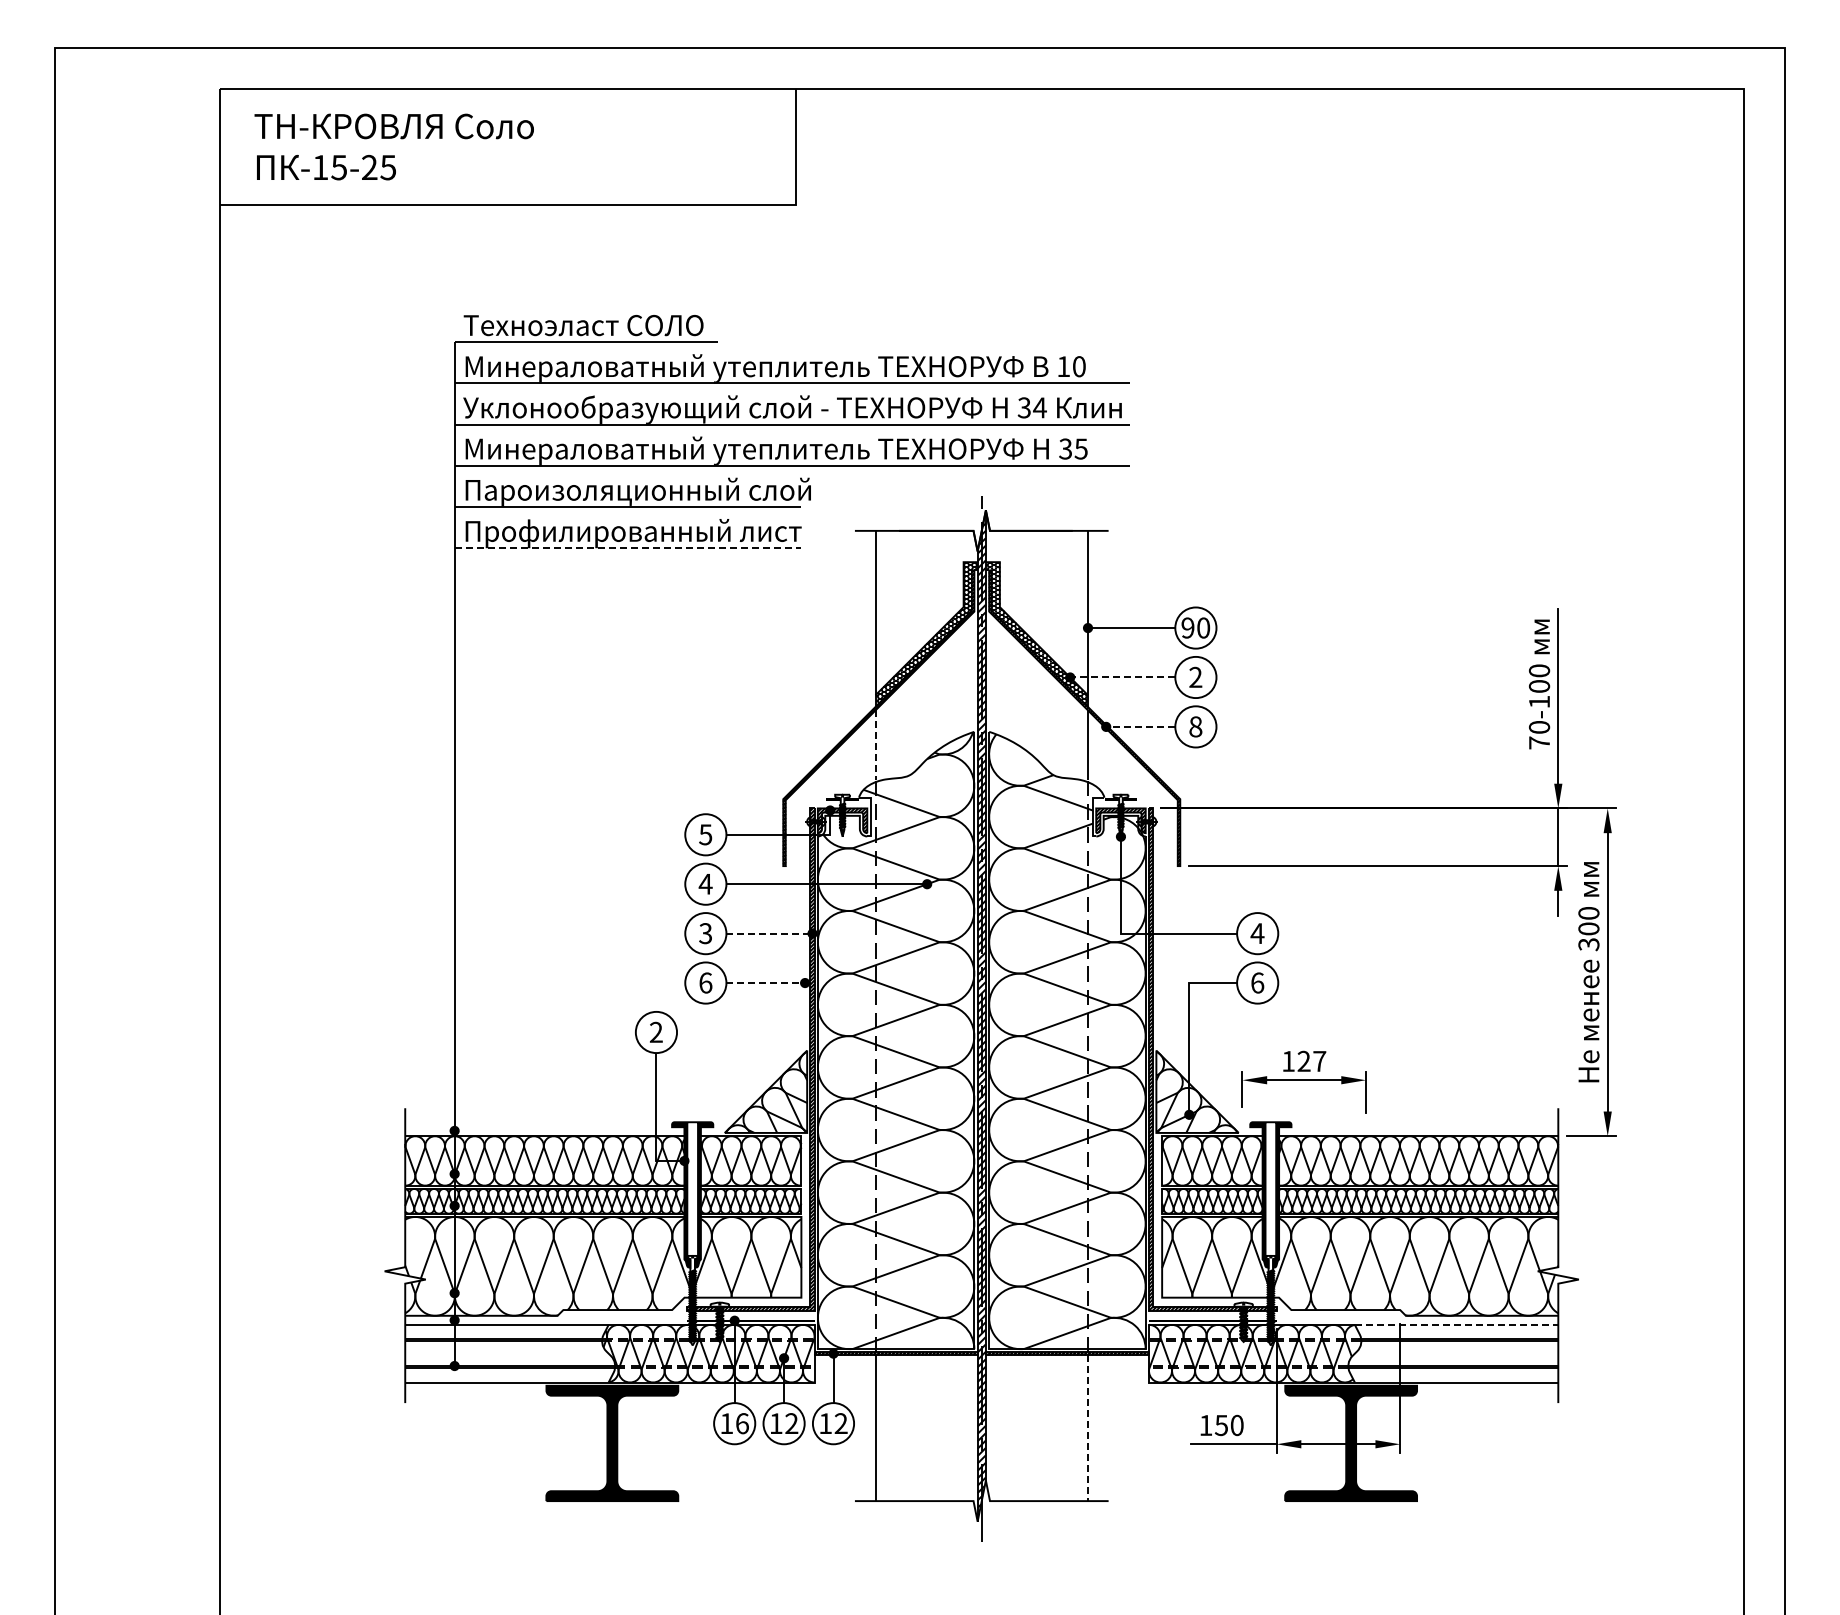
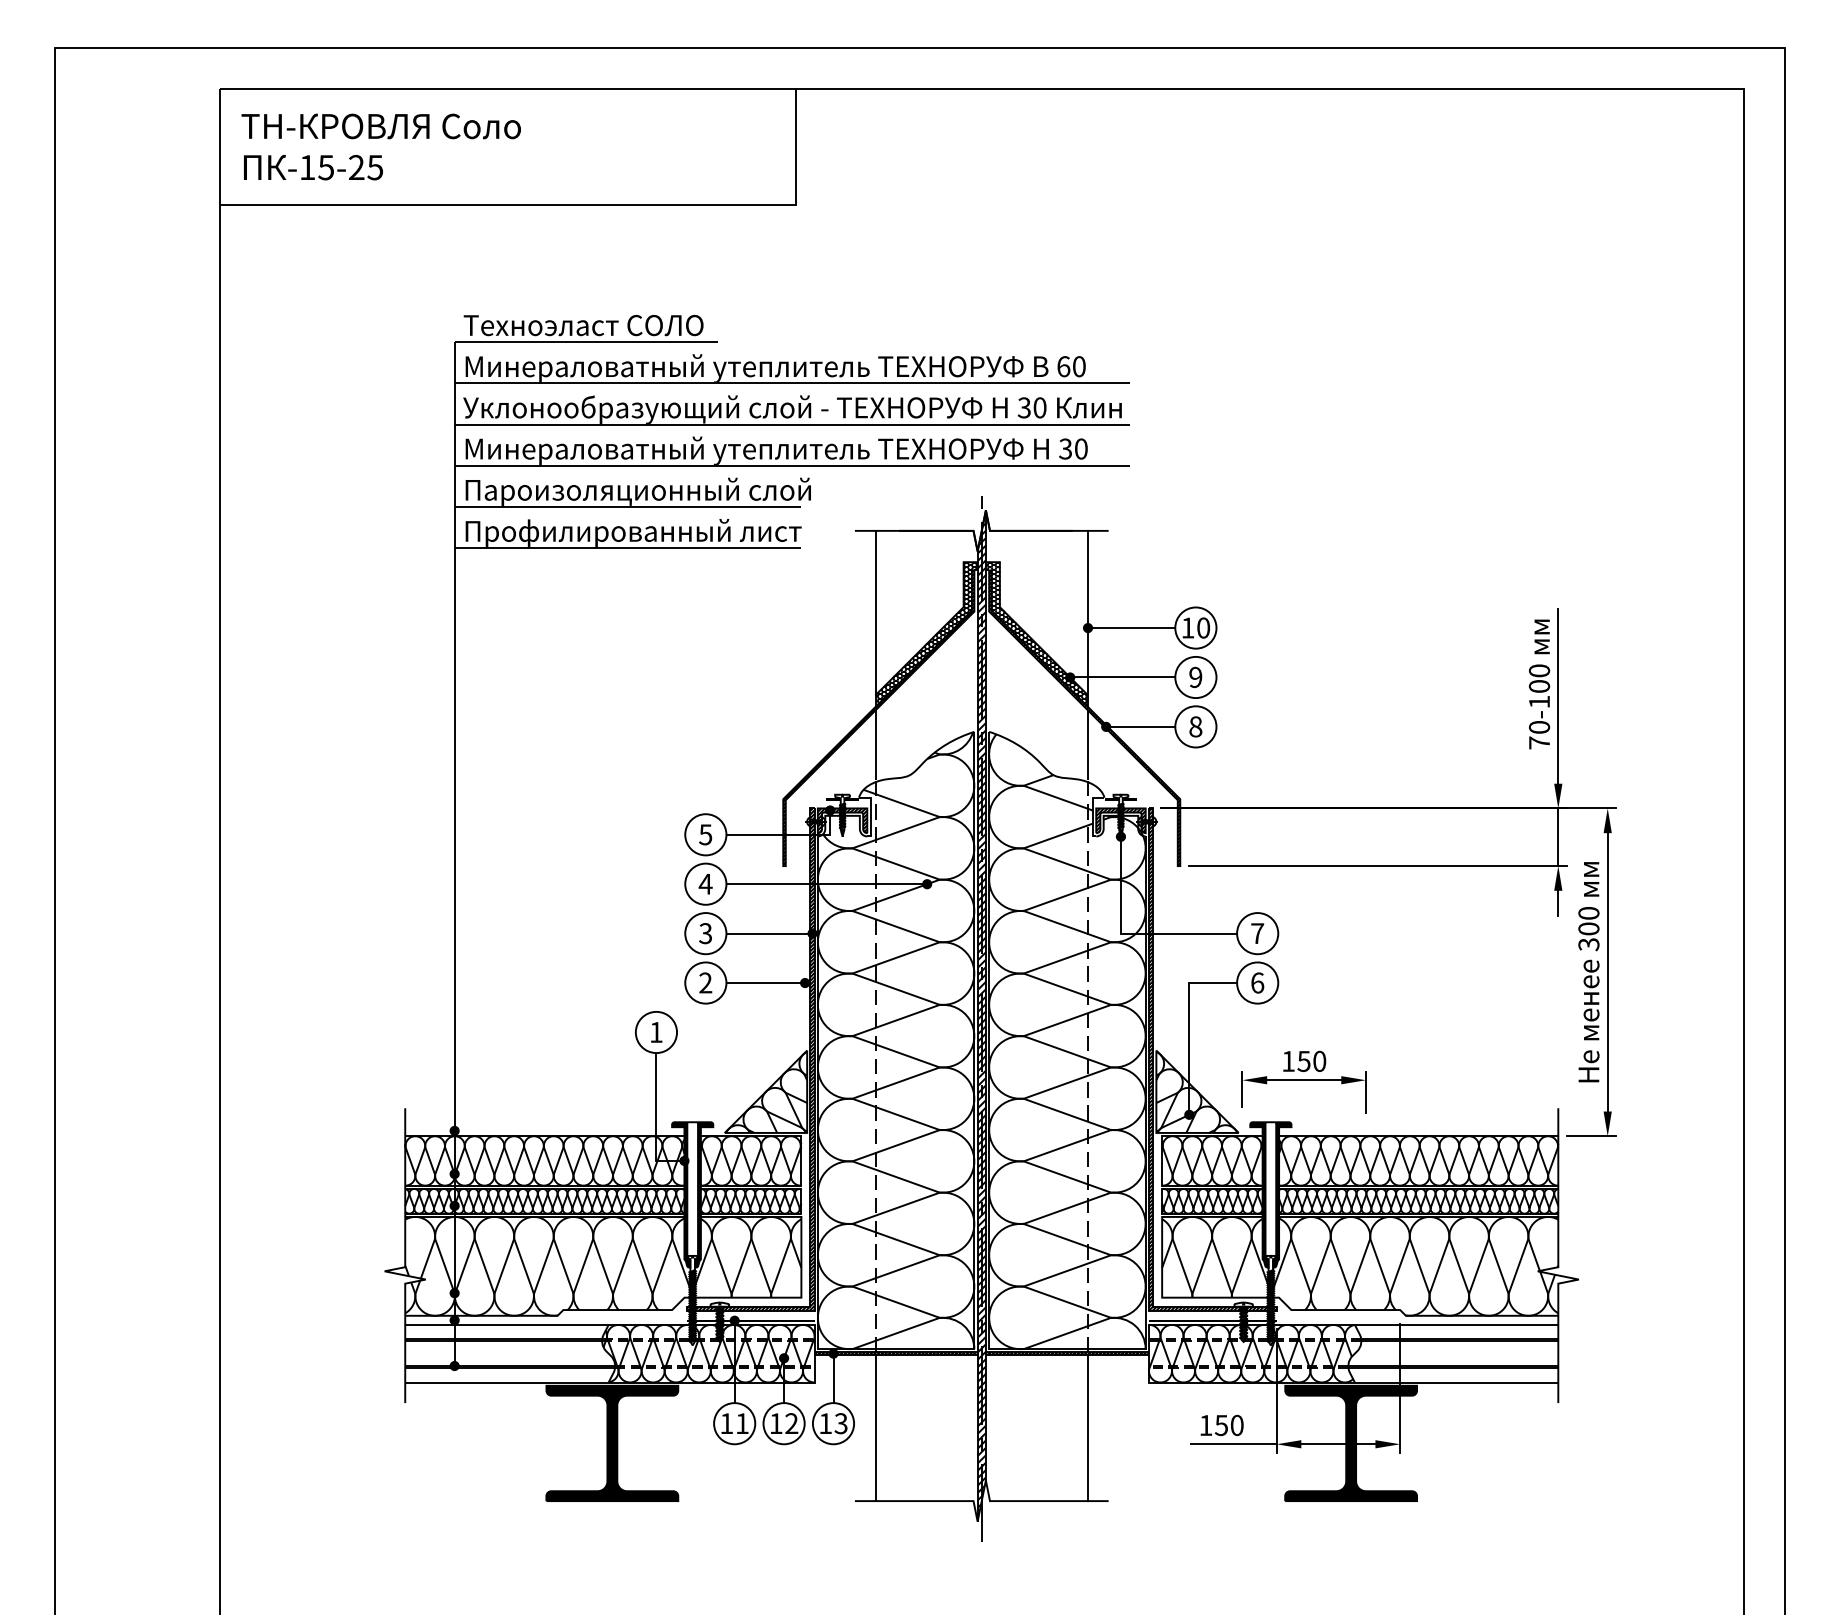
text at (393, 146) position: (393, 146) -> (380, 146)
text at (1063, 366): 10 -> 60
text at (1039, 407): 34 -> 30
text at (1080, 448): 35 -> 30
line at (627, 548): dashed -> solid
text at (1187, 627): 90 -> 10
line at (1122, 677): dashed -> solid
text at (1195, 677): 2 -> 9
line at (1140, 726): dashed -> solid
line at (875, 745): dashed -> solid
line at (769, 933): dashed -> solid
text at (1257, 933): 4 -> 7
text at (705, 982): 6 -> 2
line at (766, 983): dashed -> solid
text at (656, 1031): 2 -> 1
text at (1311, 1061): 127 -> 150
line at (1456, 1324): dashed -> solid
text at (742, 1423): 16 -> 11
text at (840, 1423): 12 -> 13
line at (1088, 1428): dashed -> solid
